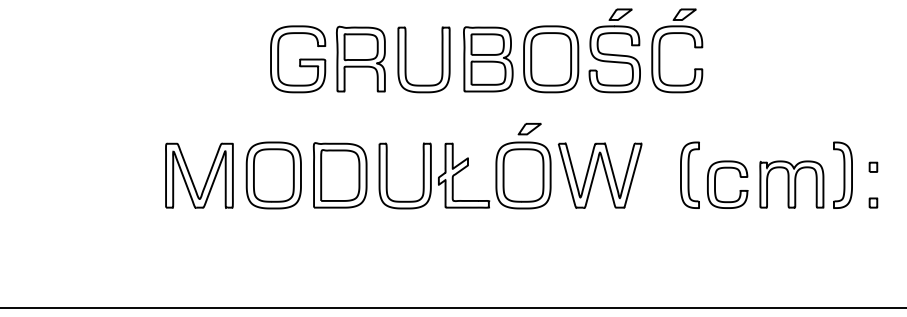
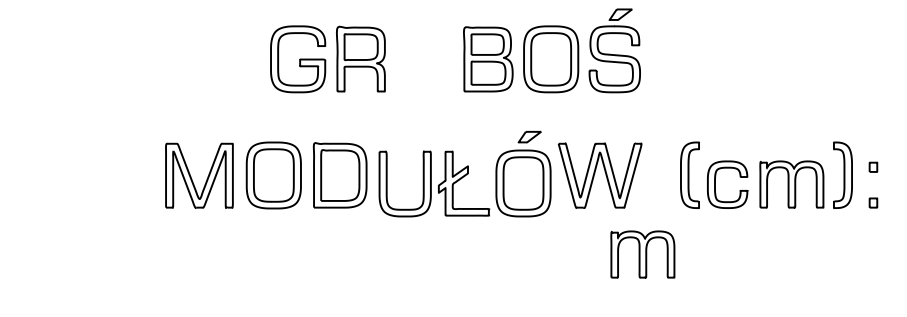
part at (672, 34): present -> none
part at (406, 59): present -> none
part at (464, 165) position: (464, 165) -> (464, 173)
part at (642, 254): none -> present
line at (452, 307): present -> none
